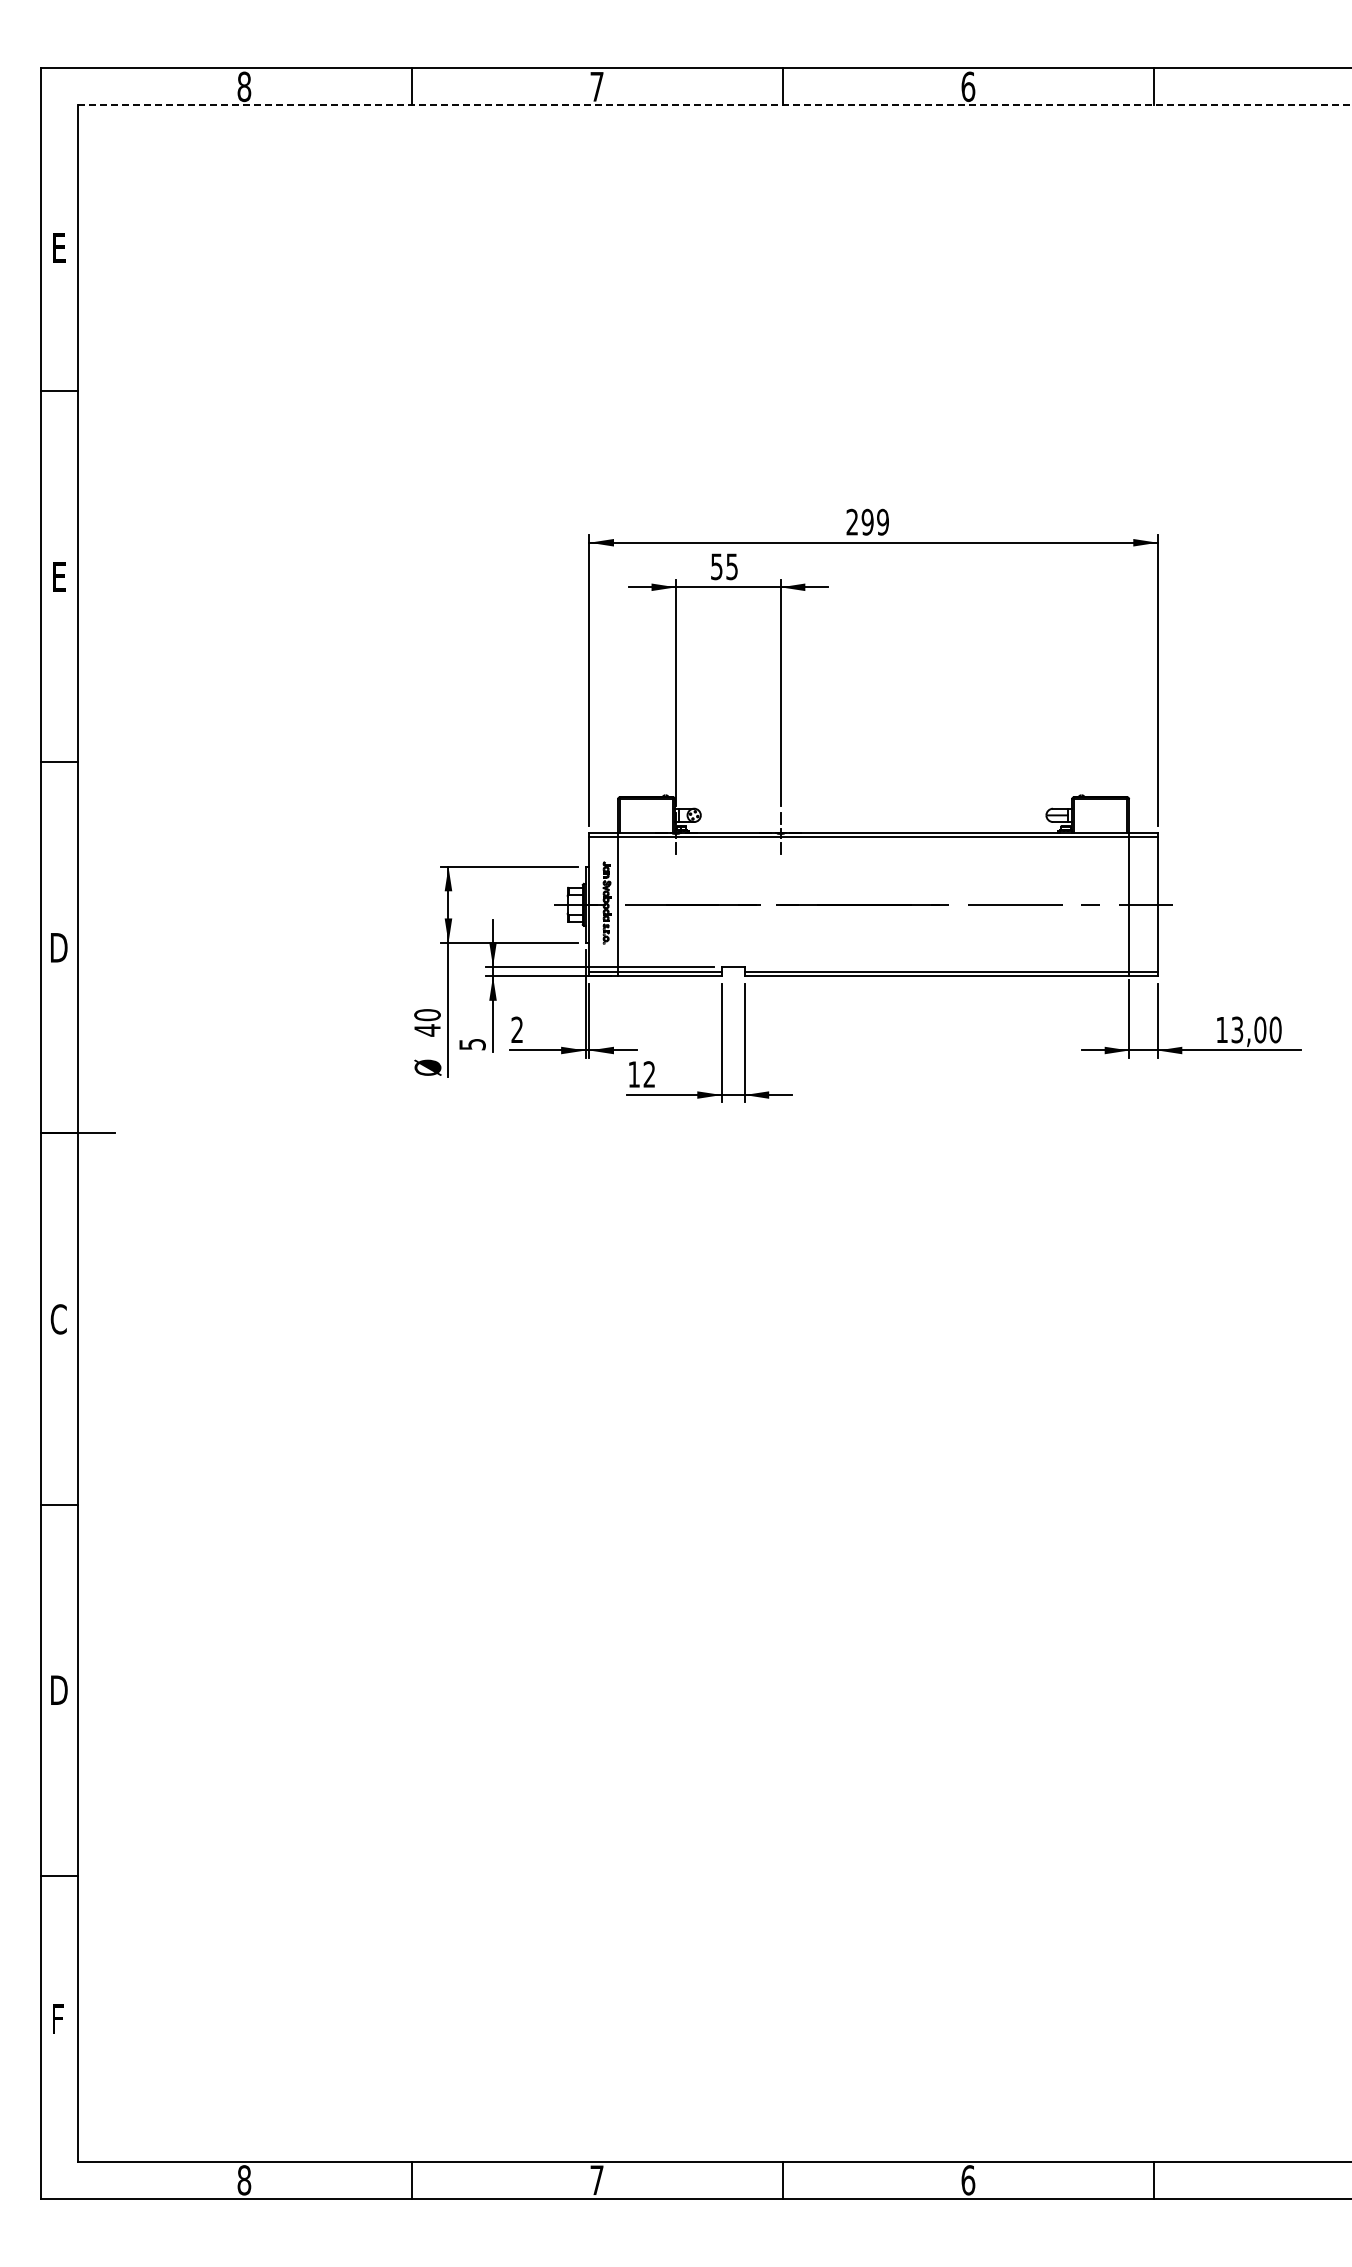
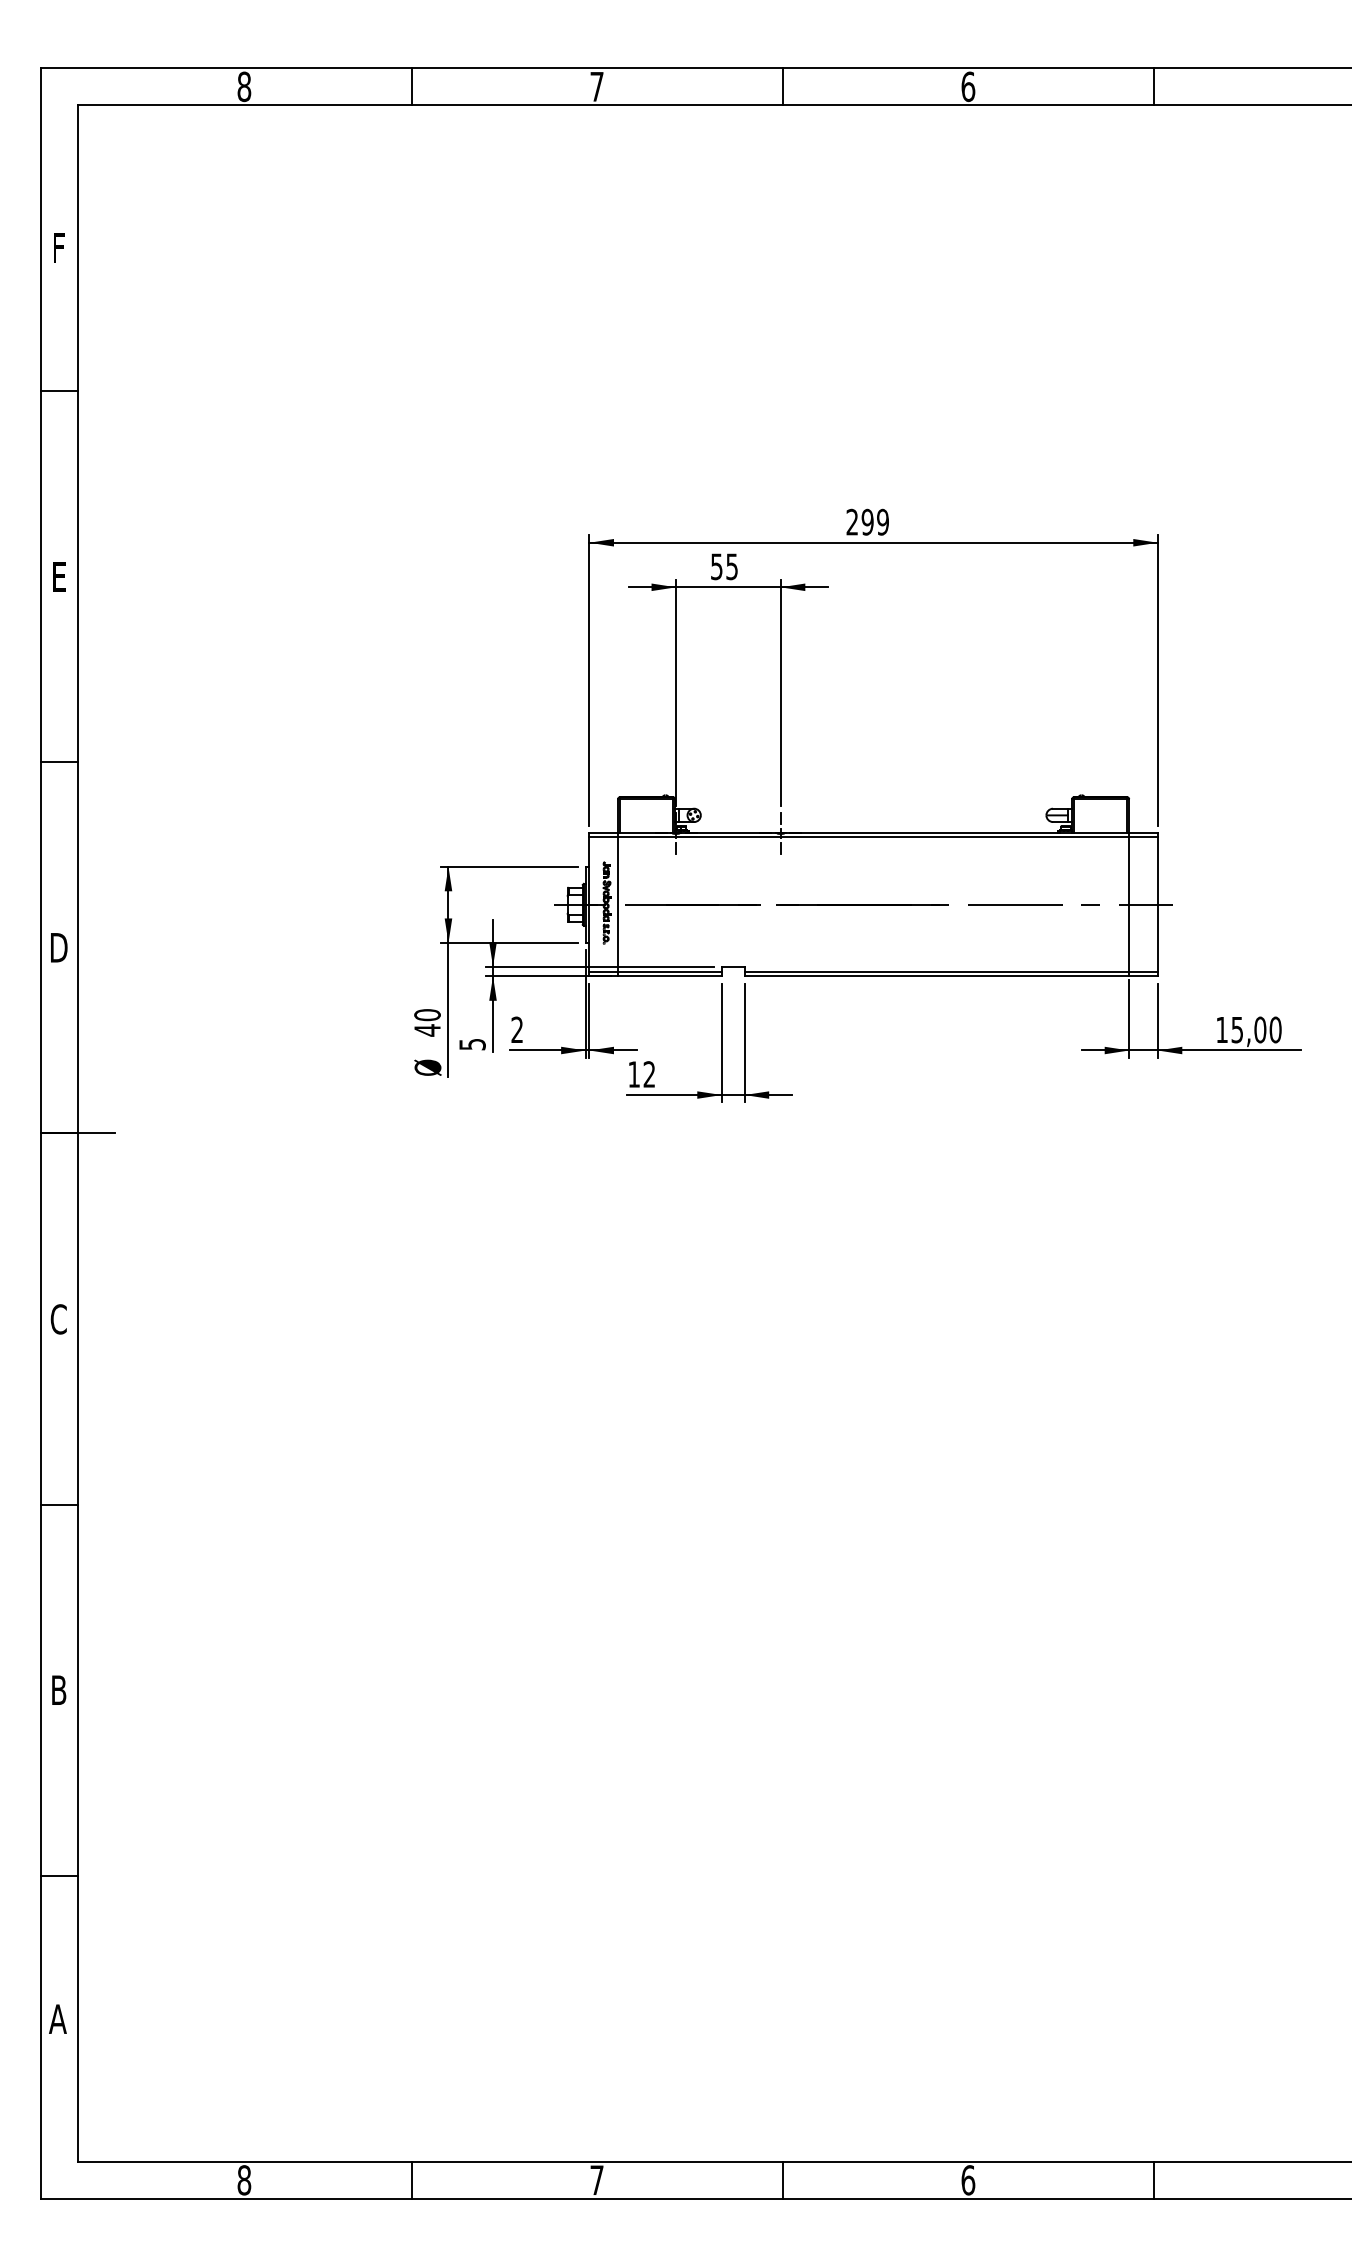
line at (714, 105): dashed -> solid
text at (59, 247): E -> F
text at (1237, 1029): 13,00 -> 15,00
text at (59, 1689): D -> B
text at (57, 2018): F -> A
